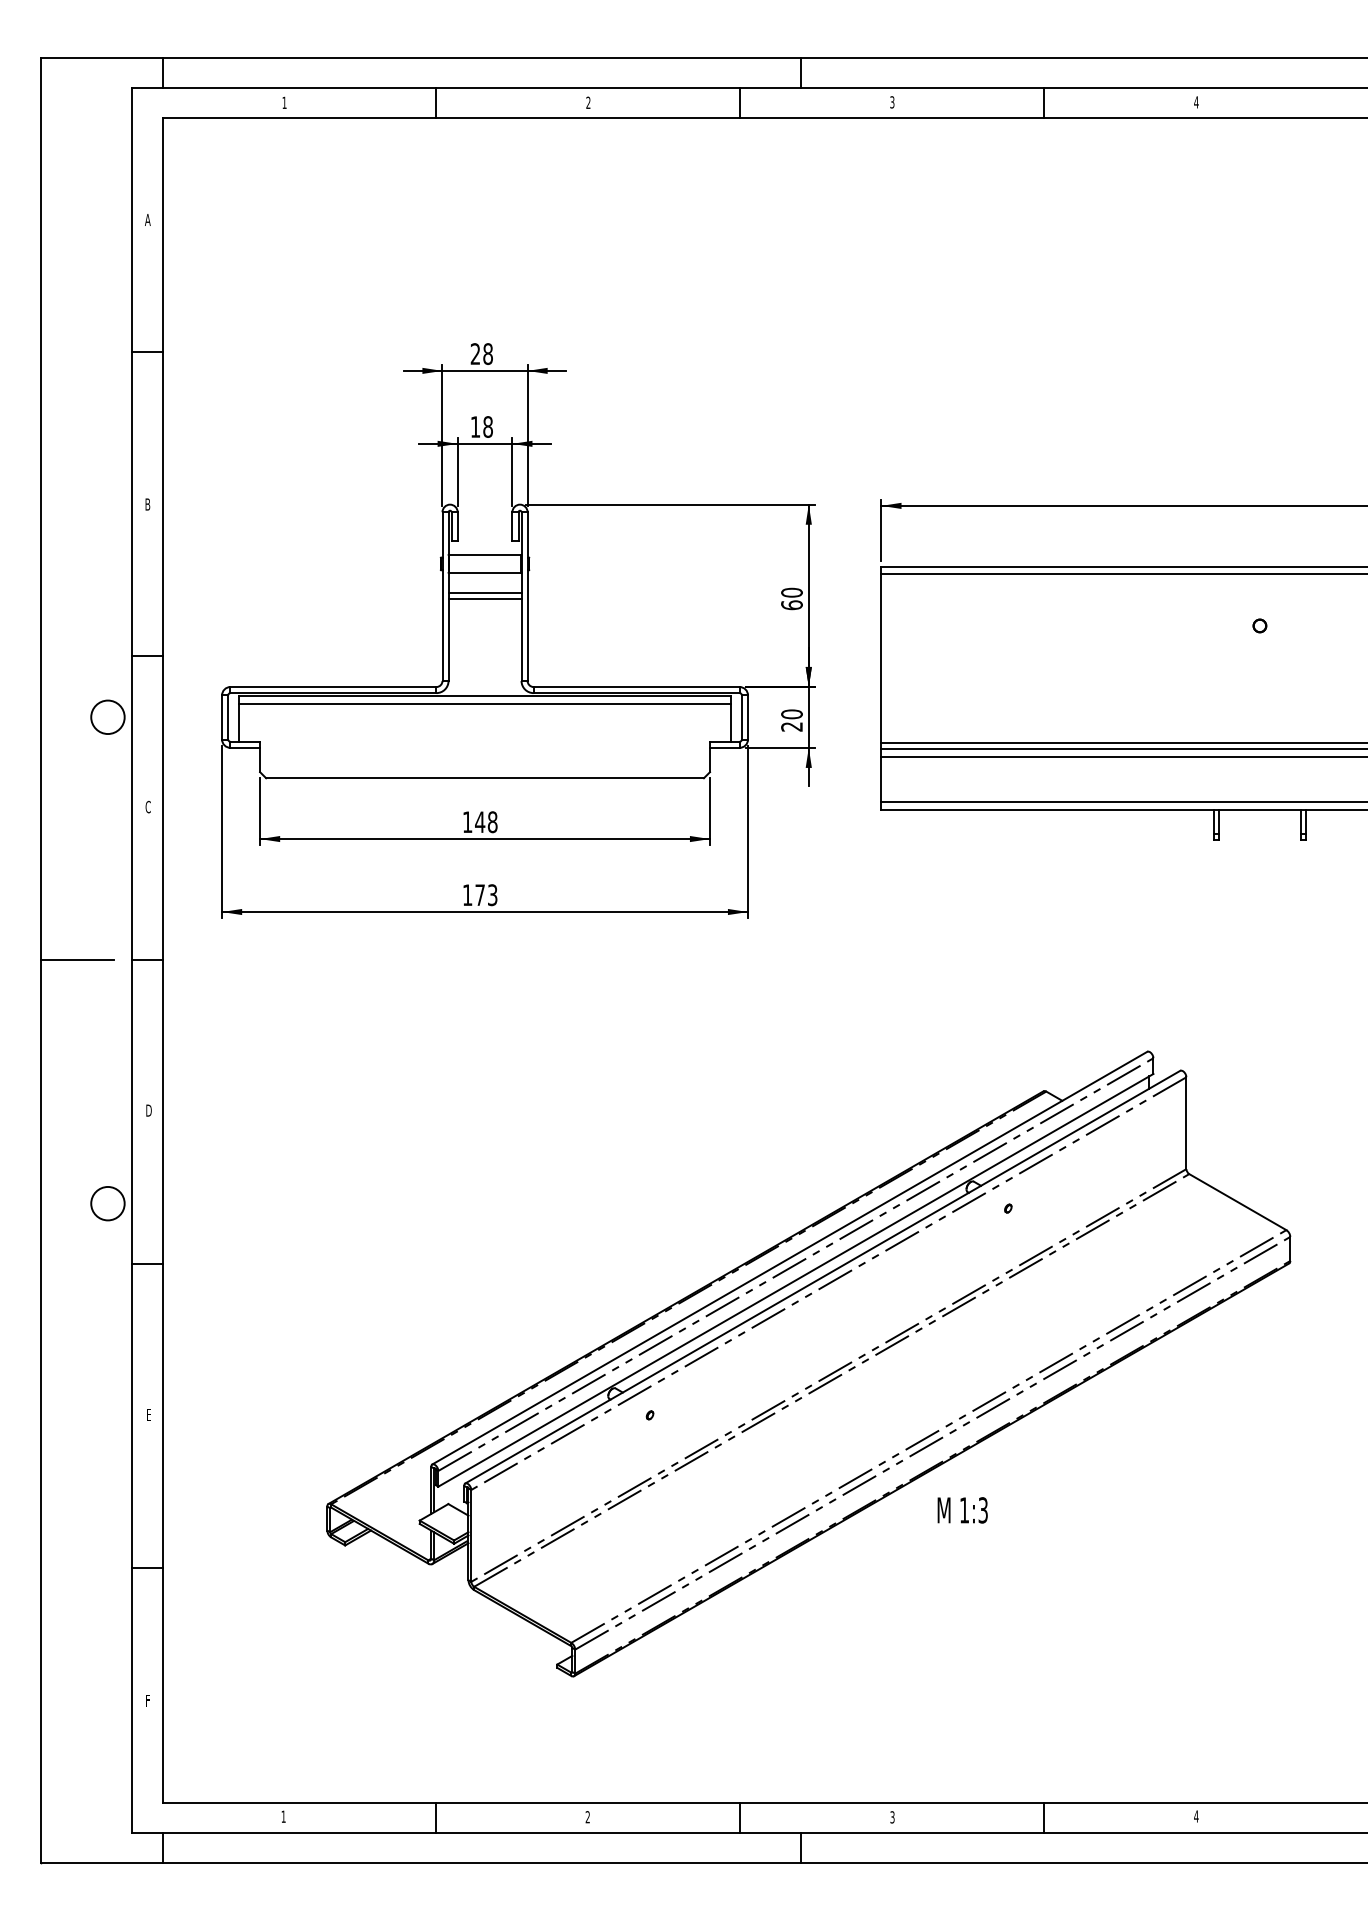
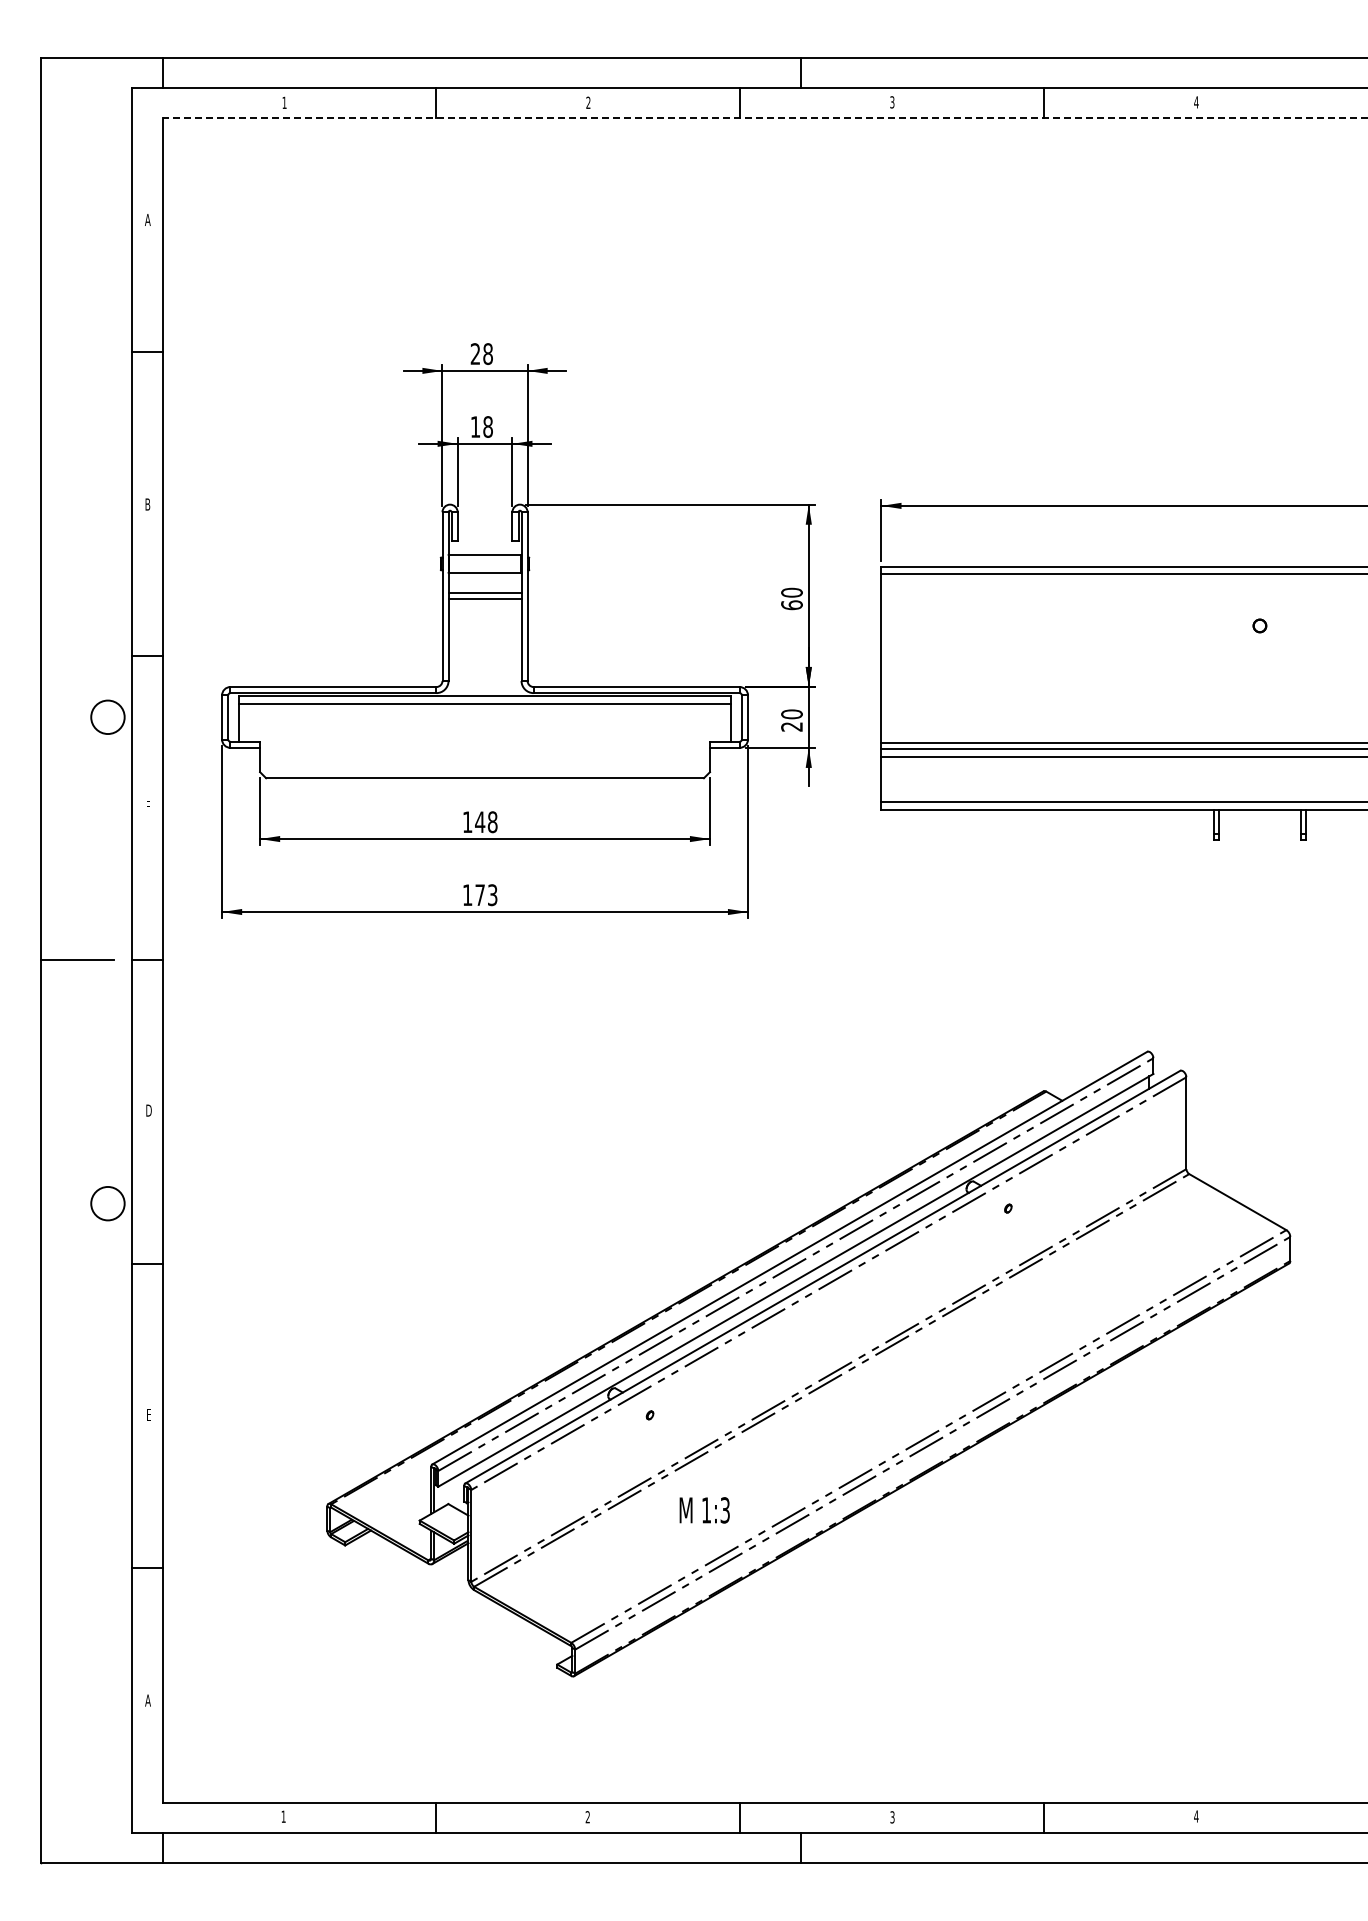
line at (764, 118): solid -> dashed
text at (147, 806): C -> F
text at (962, 1510) position: (962, 1510) -> (704, 1510)
text at (147, 1700): F -> A
